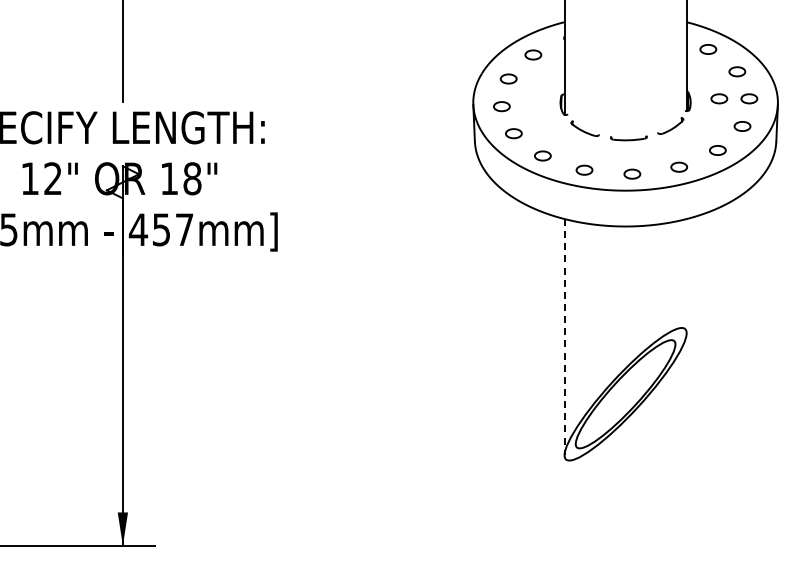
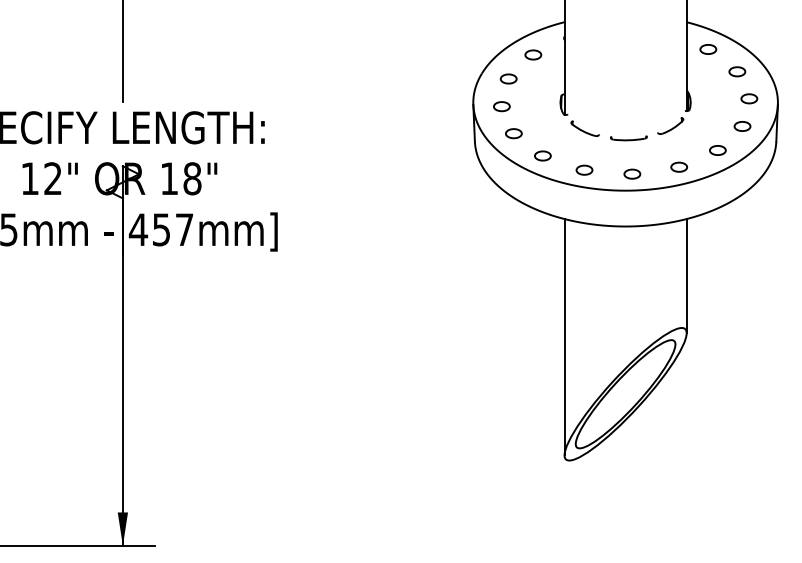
part at (719, 98): present -> none
line at (686, 276): none -> present
line at (564, 337): dashed -> solid
